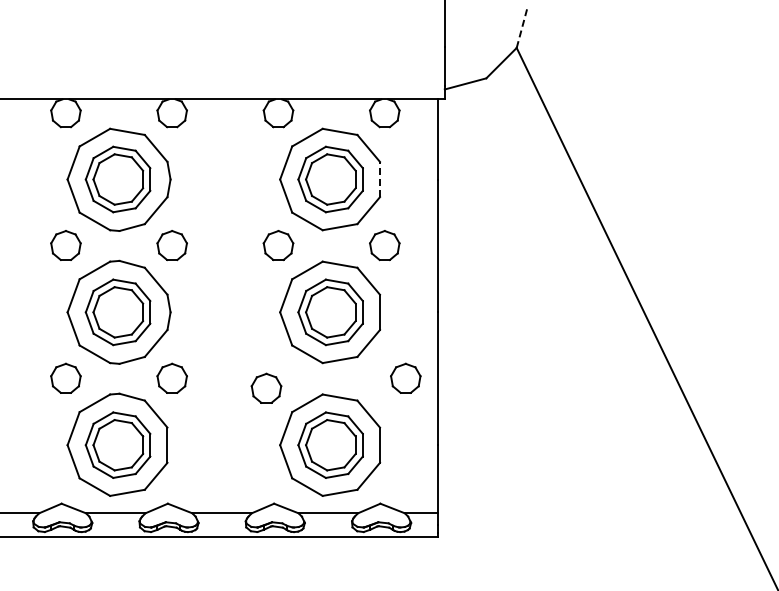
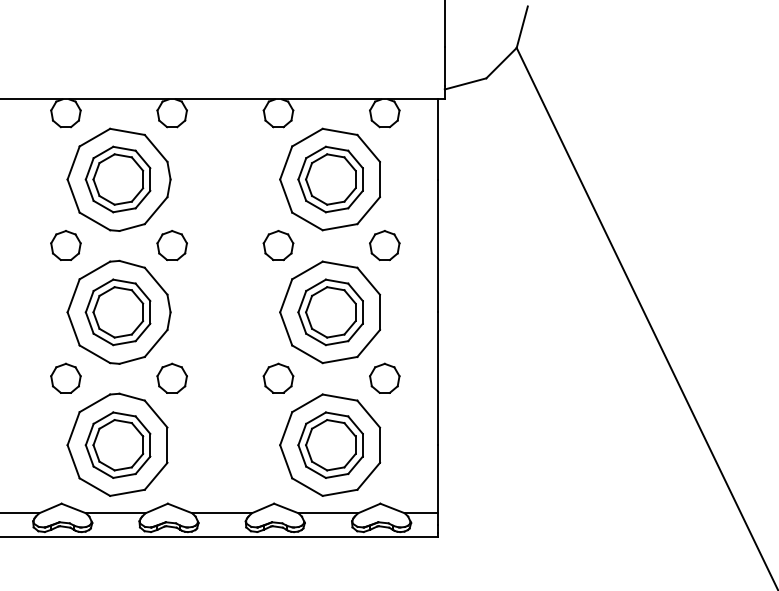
line at (522, 26): dashed -> solid
line at (380, 179): dashed -> solid
part at (405, 377) position: (405, 377) -> (384, 377)
part at (266, 387) position: (266, 387) -> (278, 377)
